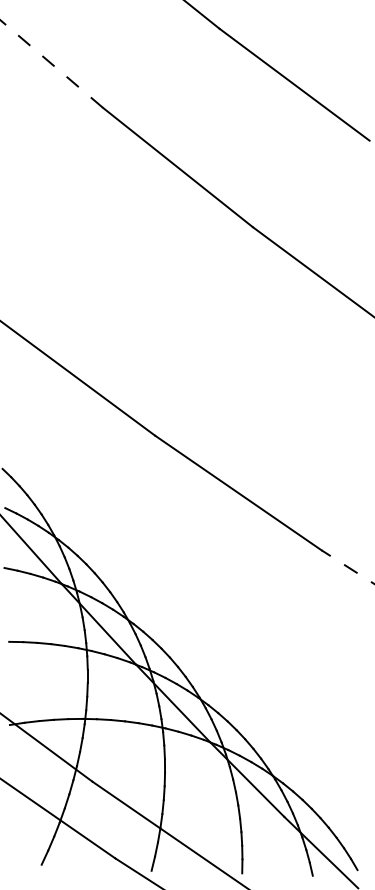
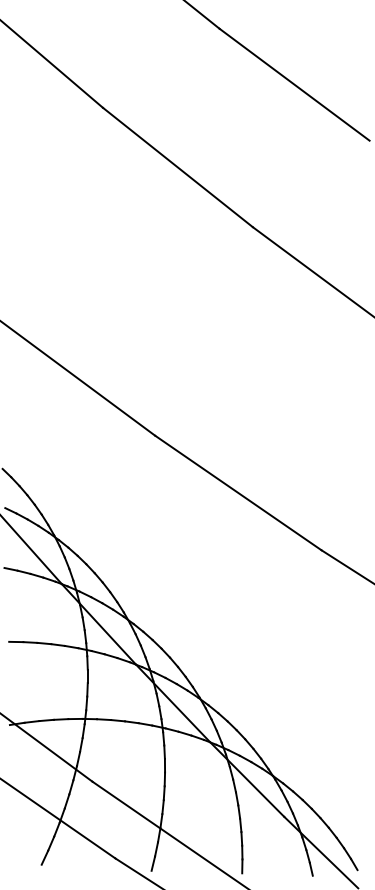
line at (51, 63): dashed -> solid
line at (347, 566): dashed -> solid
